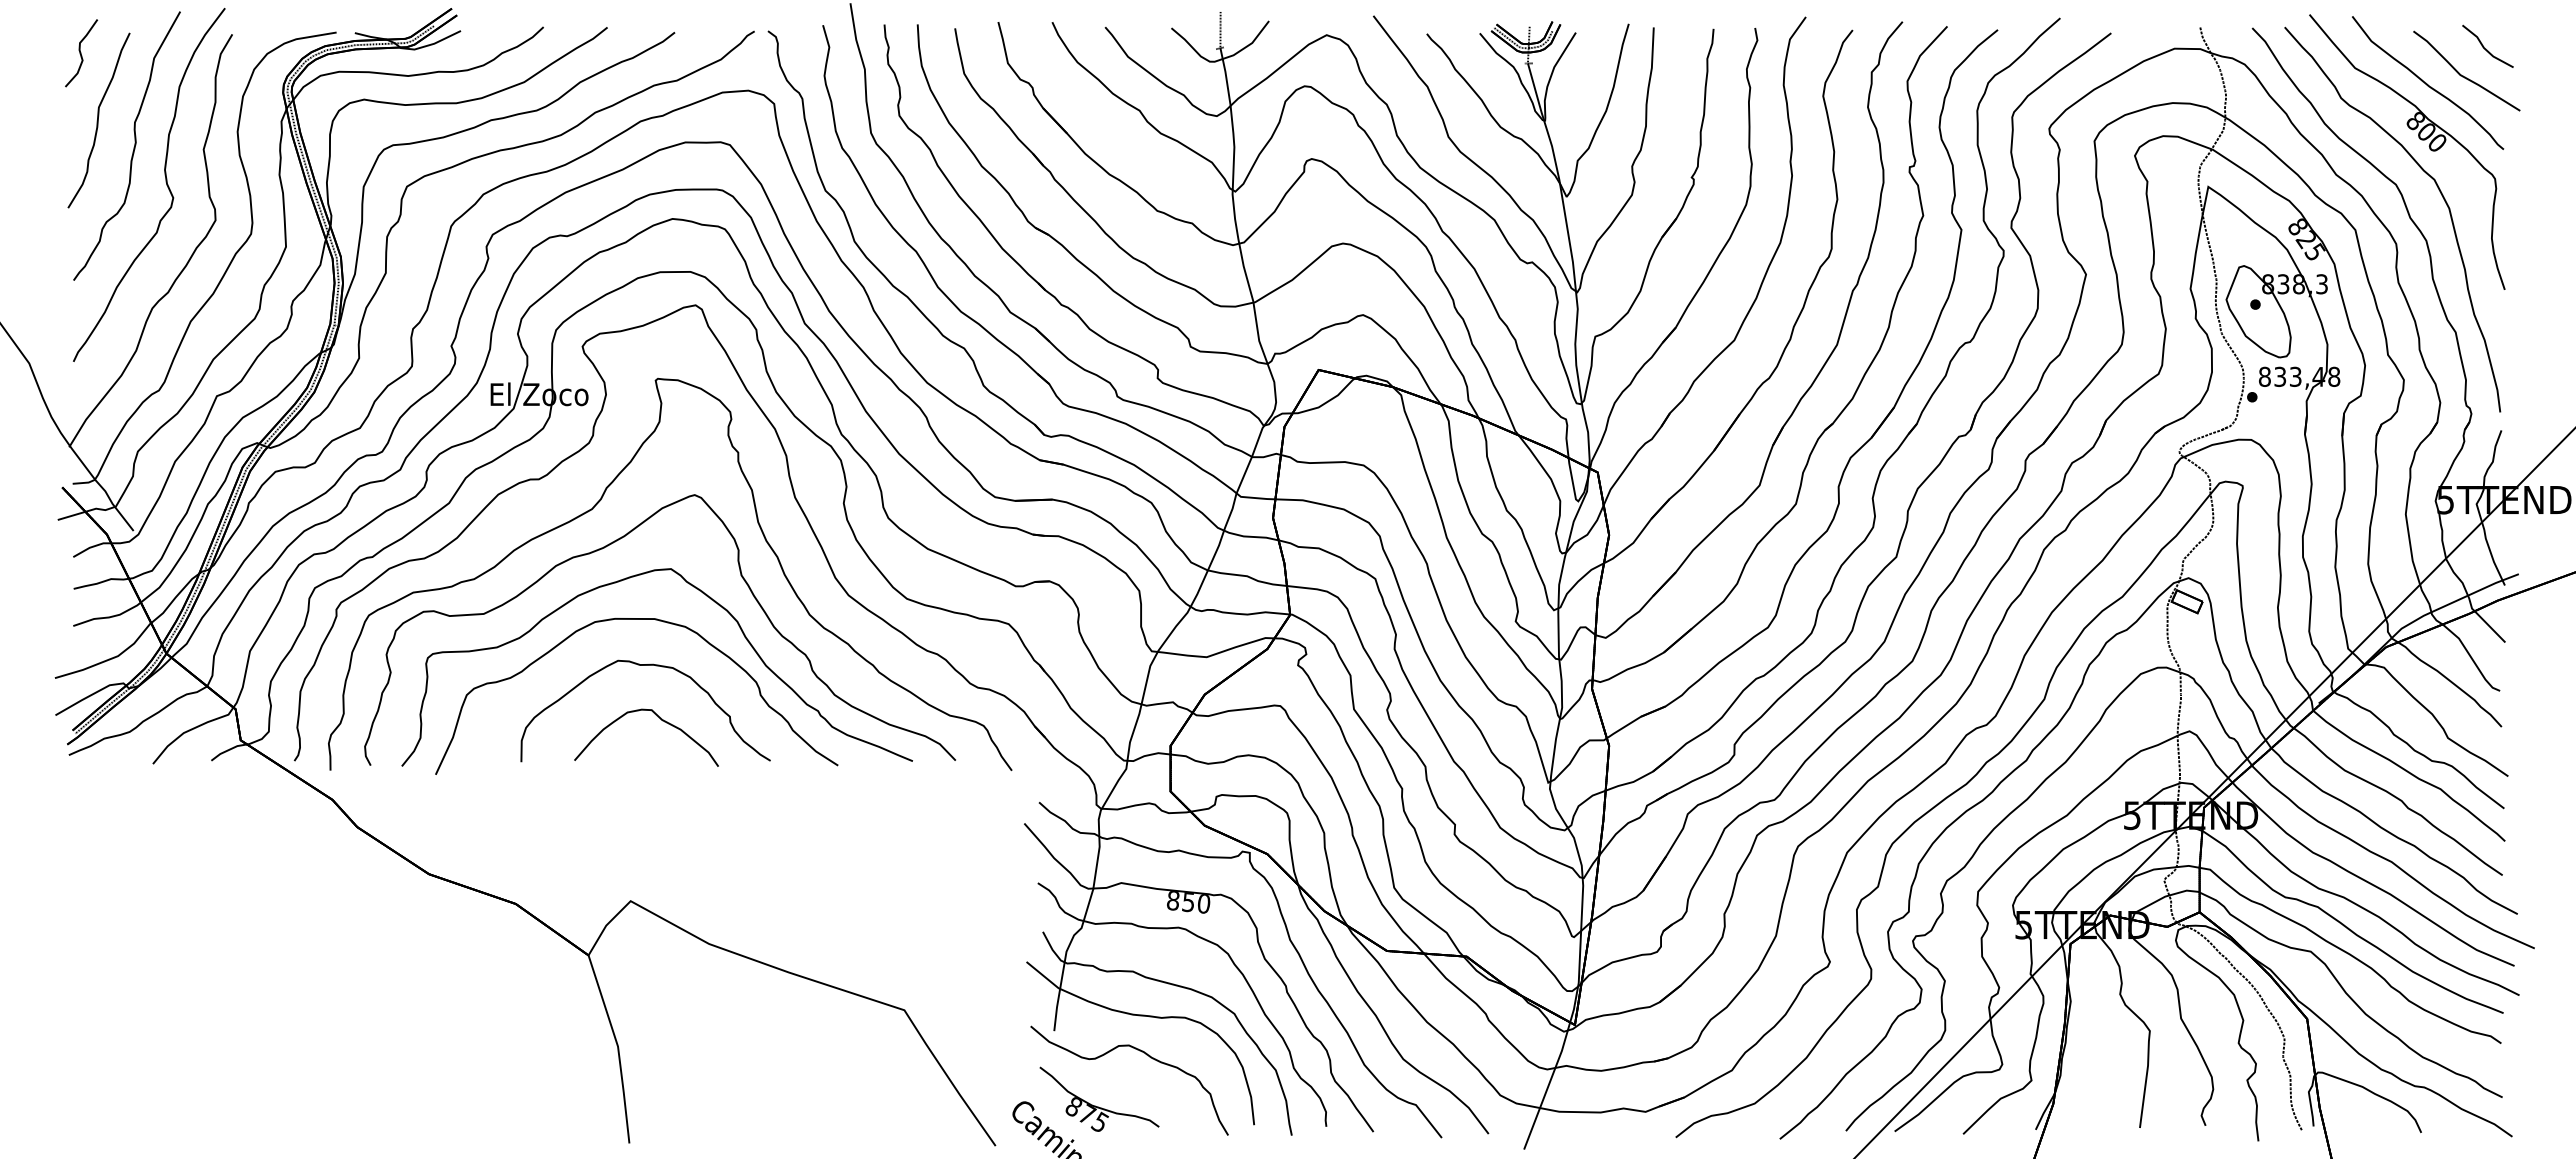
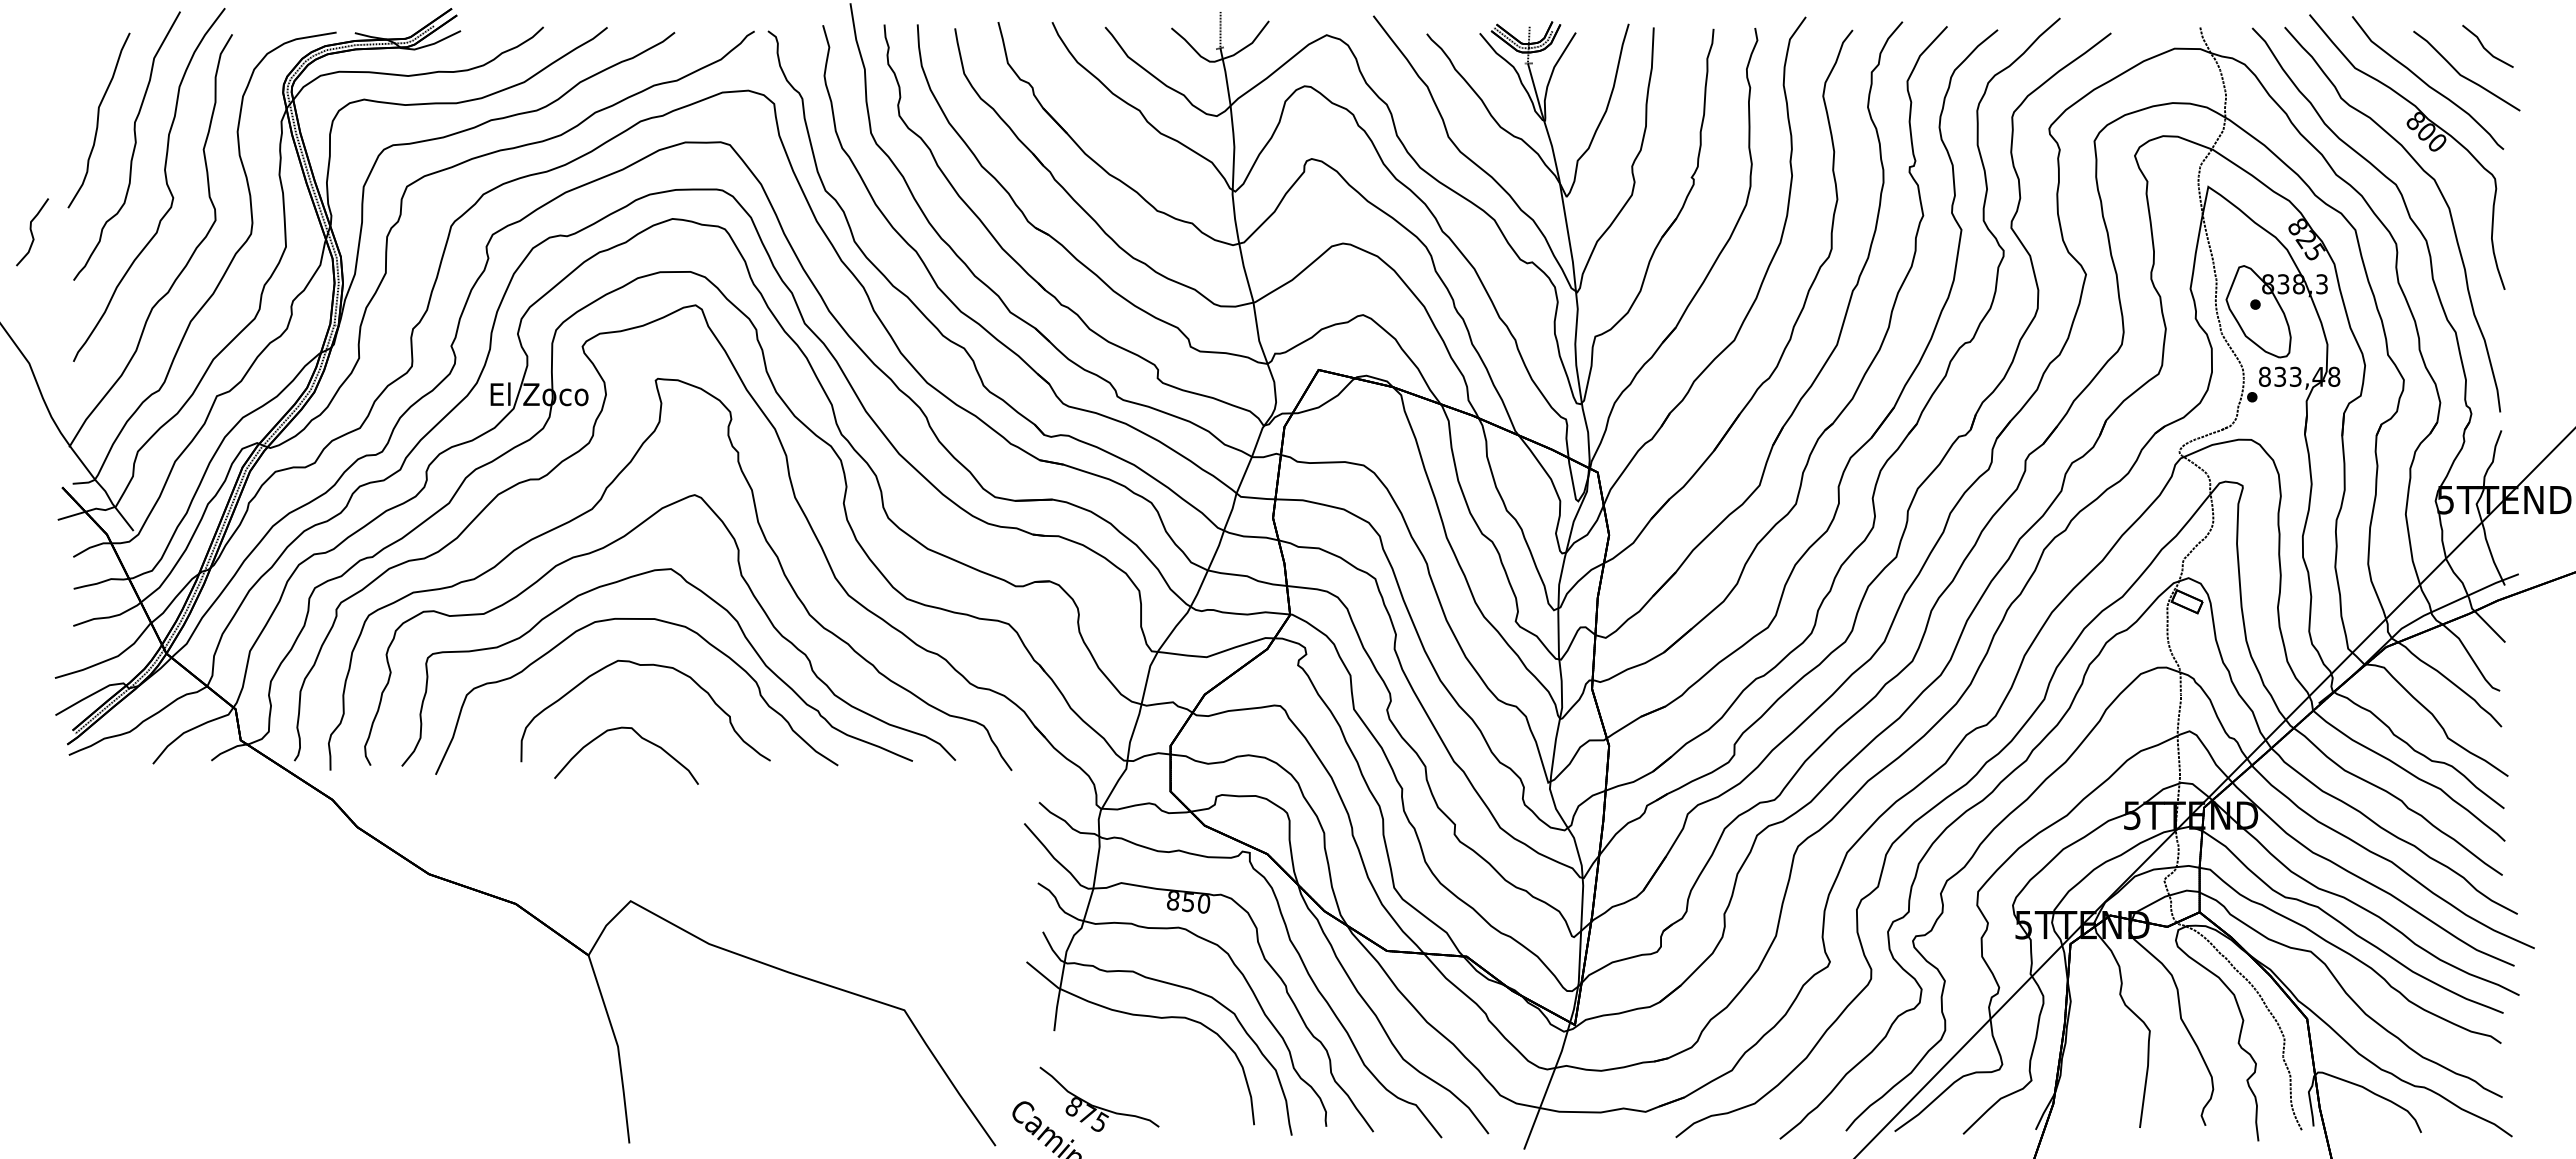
part at (81, 53) position: (81, 53) -> (32, 232)
curve at (662, 721) position: (662, 721) -> (642, 739)
curve at (1146, 1055): present -> none
